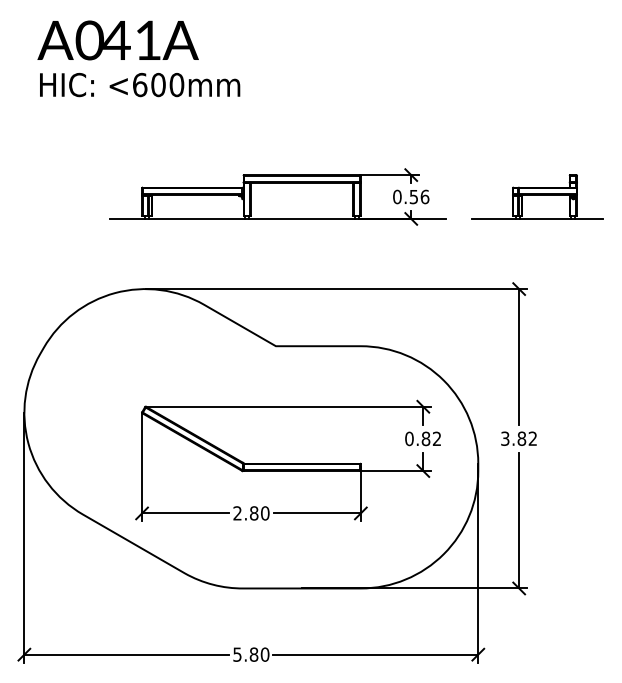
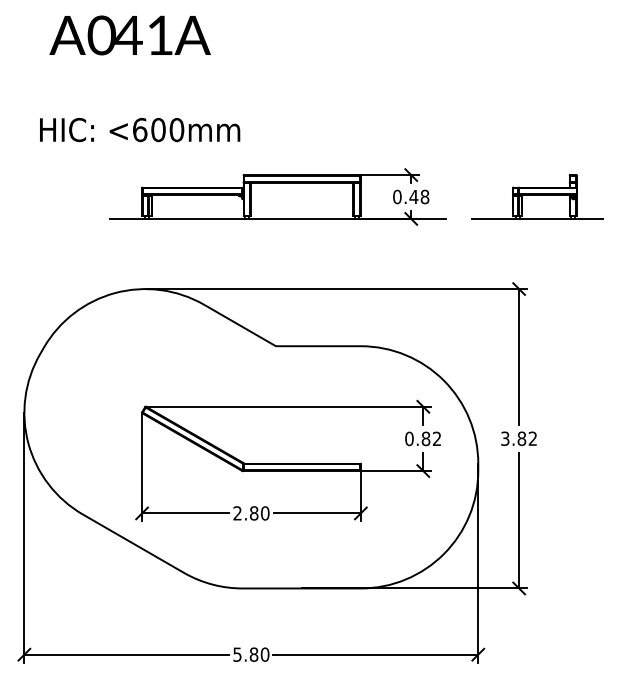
text at (117, 40) position: (117, 40) -> (129, 35)
text at (140, 84) position: (140, 84) -> (140, 129)
text at (419, 196): 0.56 -> 0.48
